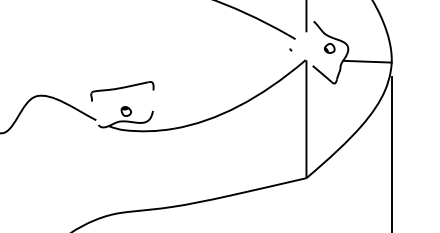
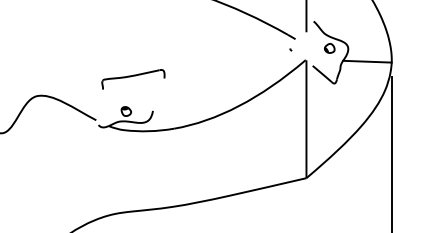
part at (122, 91) position: (122, 91) -> (133, 79)
